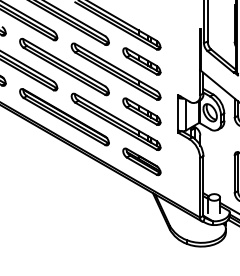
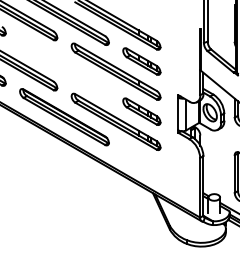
part at (64, 66): present -> none
part at (141, 161): present -> none
